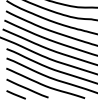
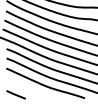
line at (27, 88): present -> none
